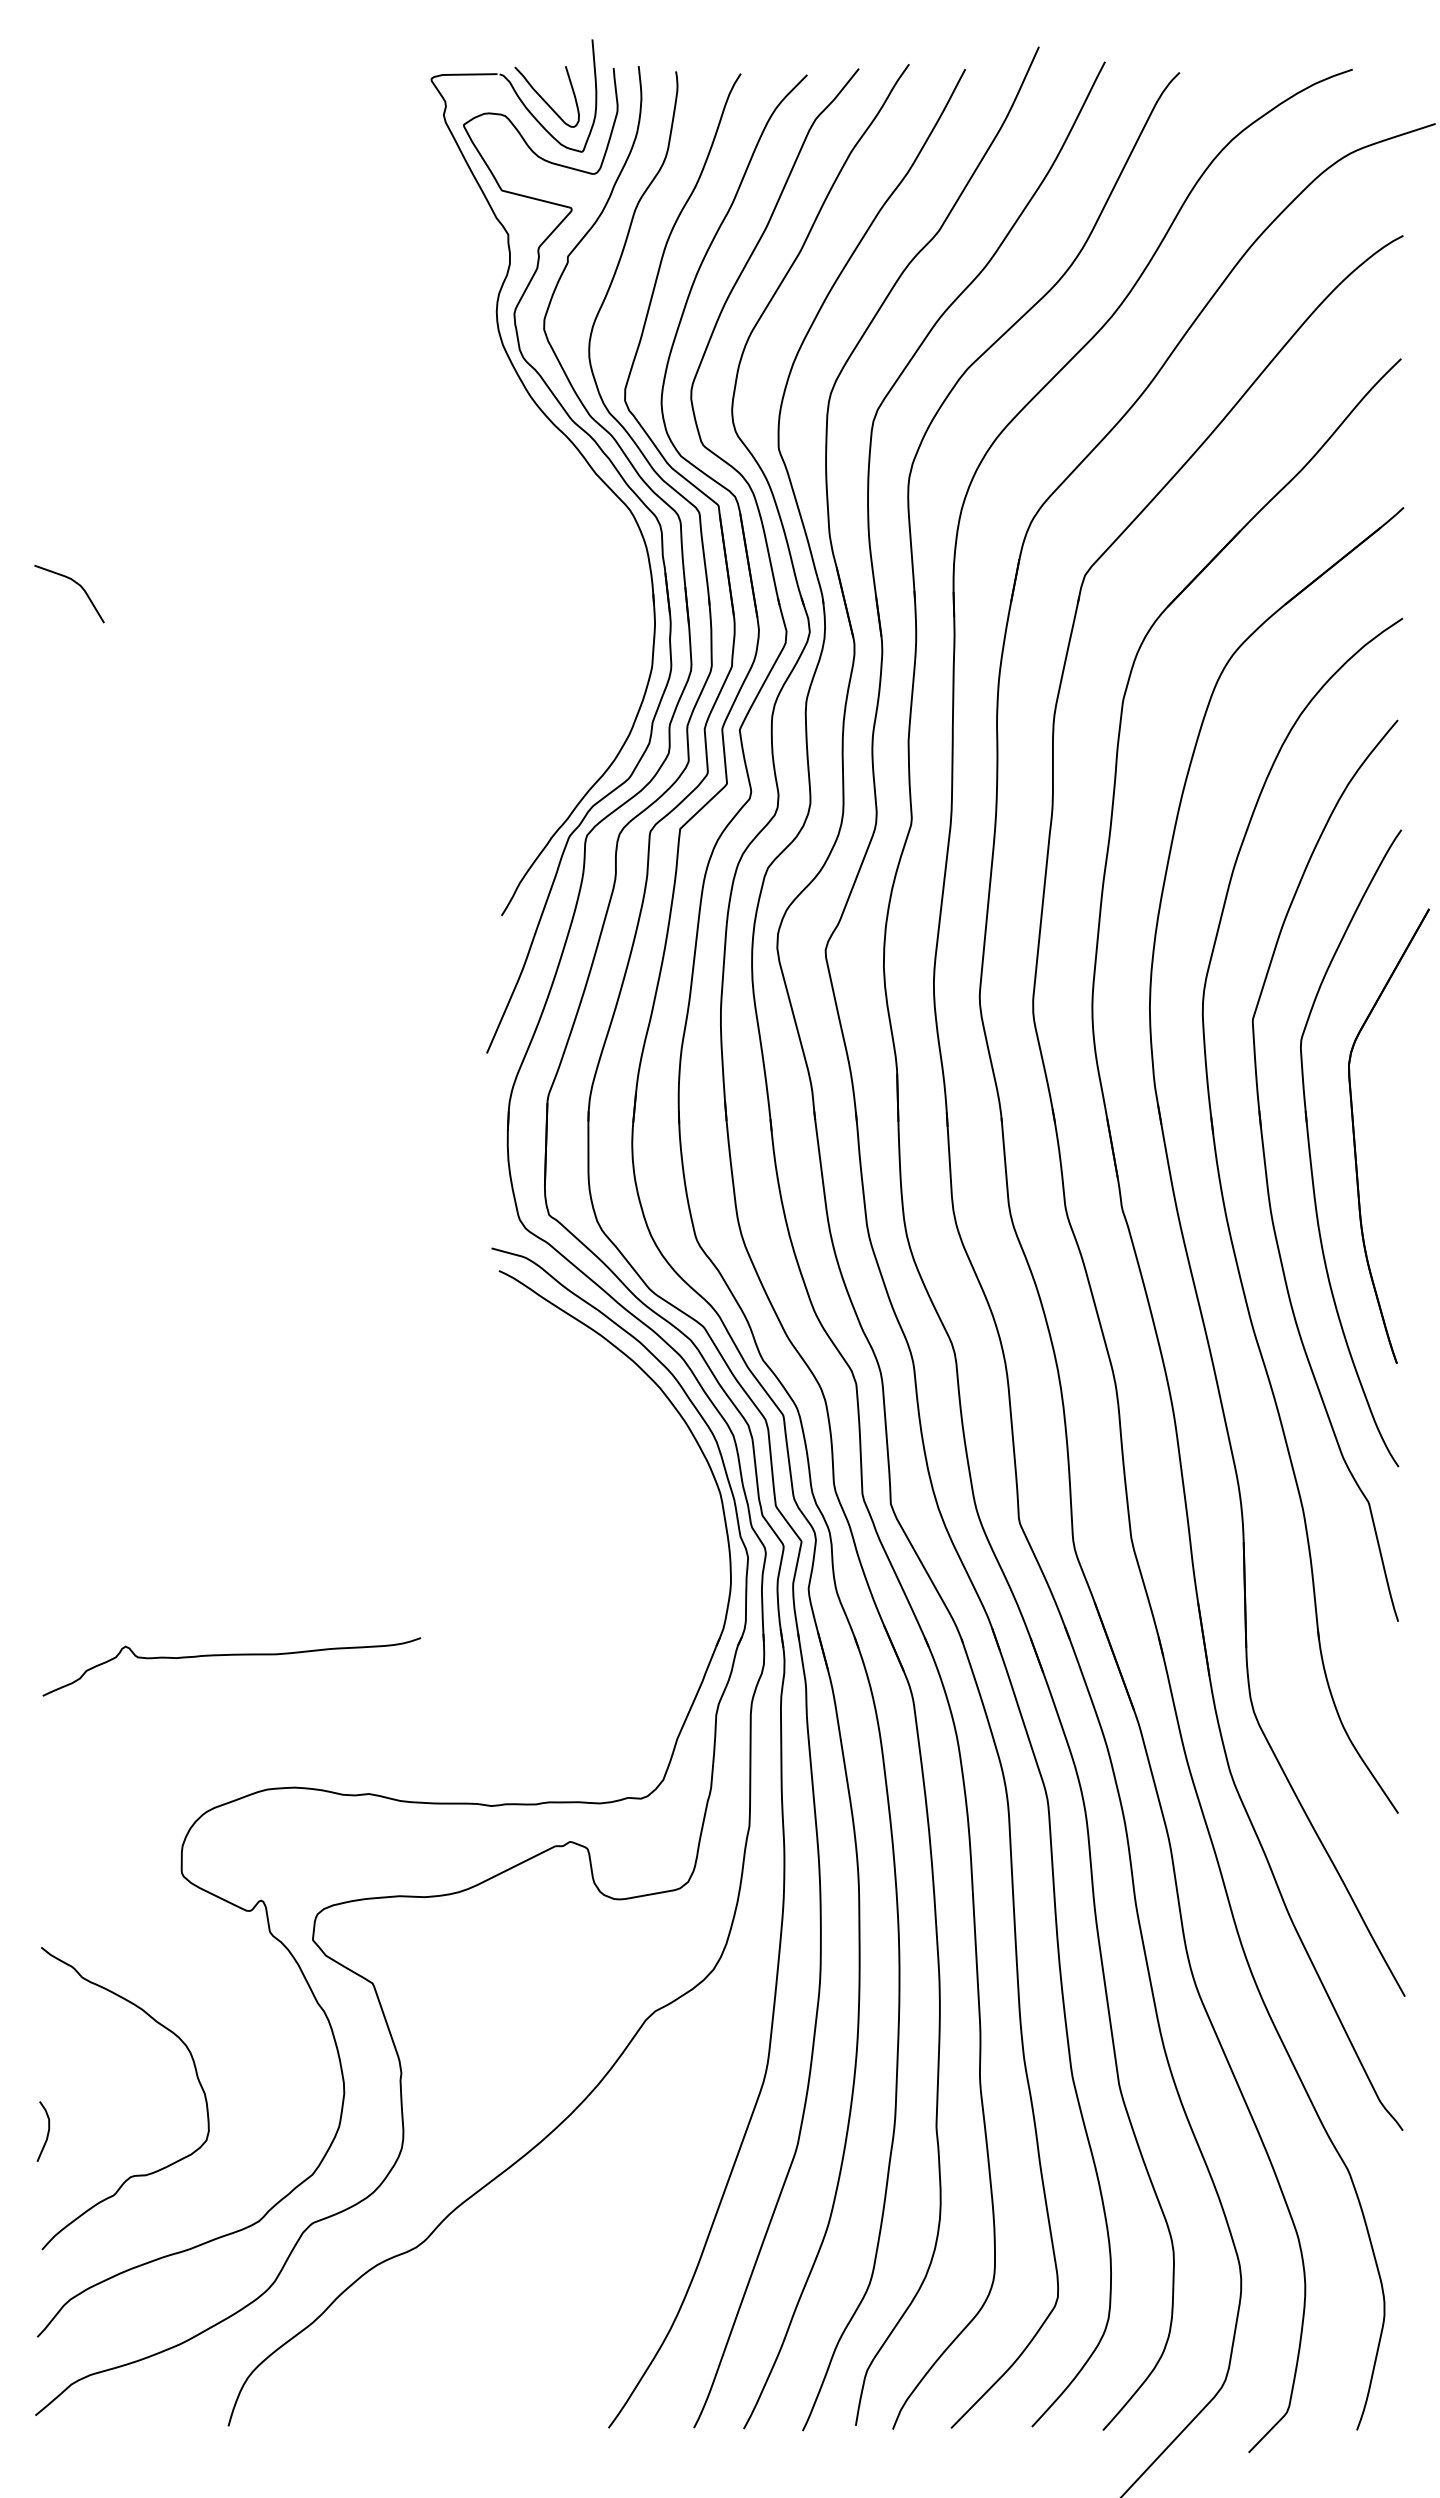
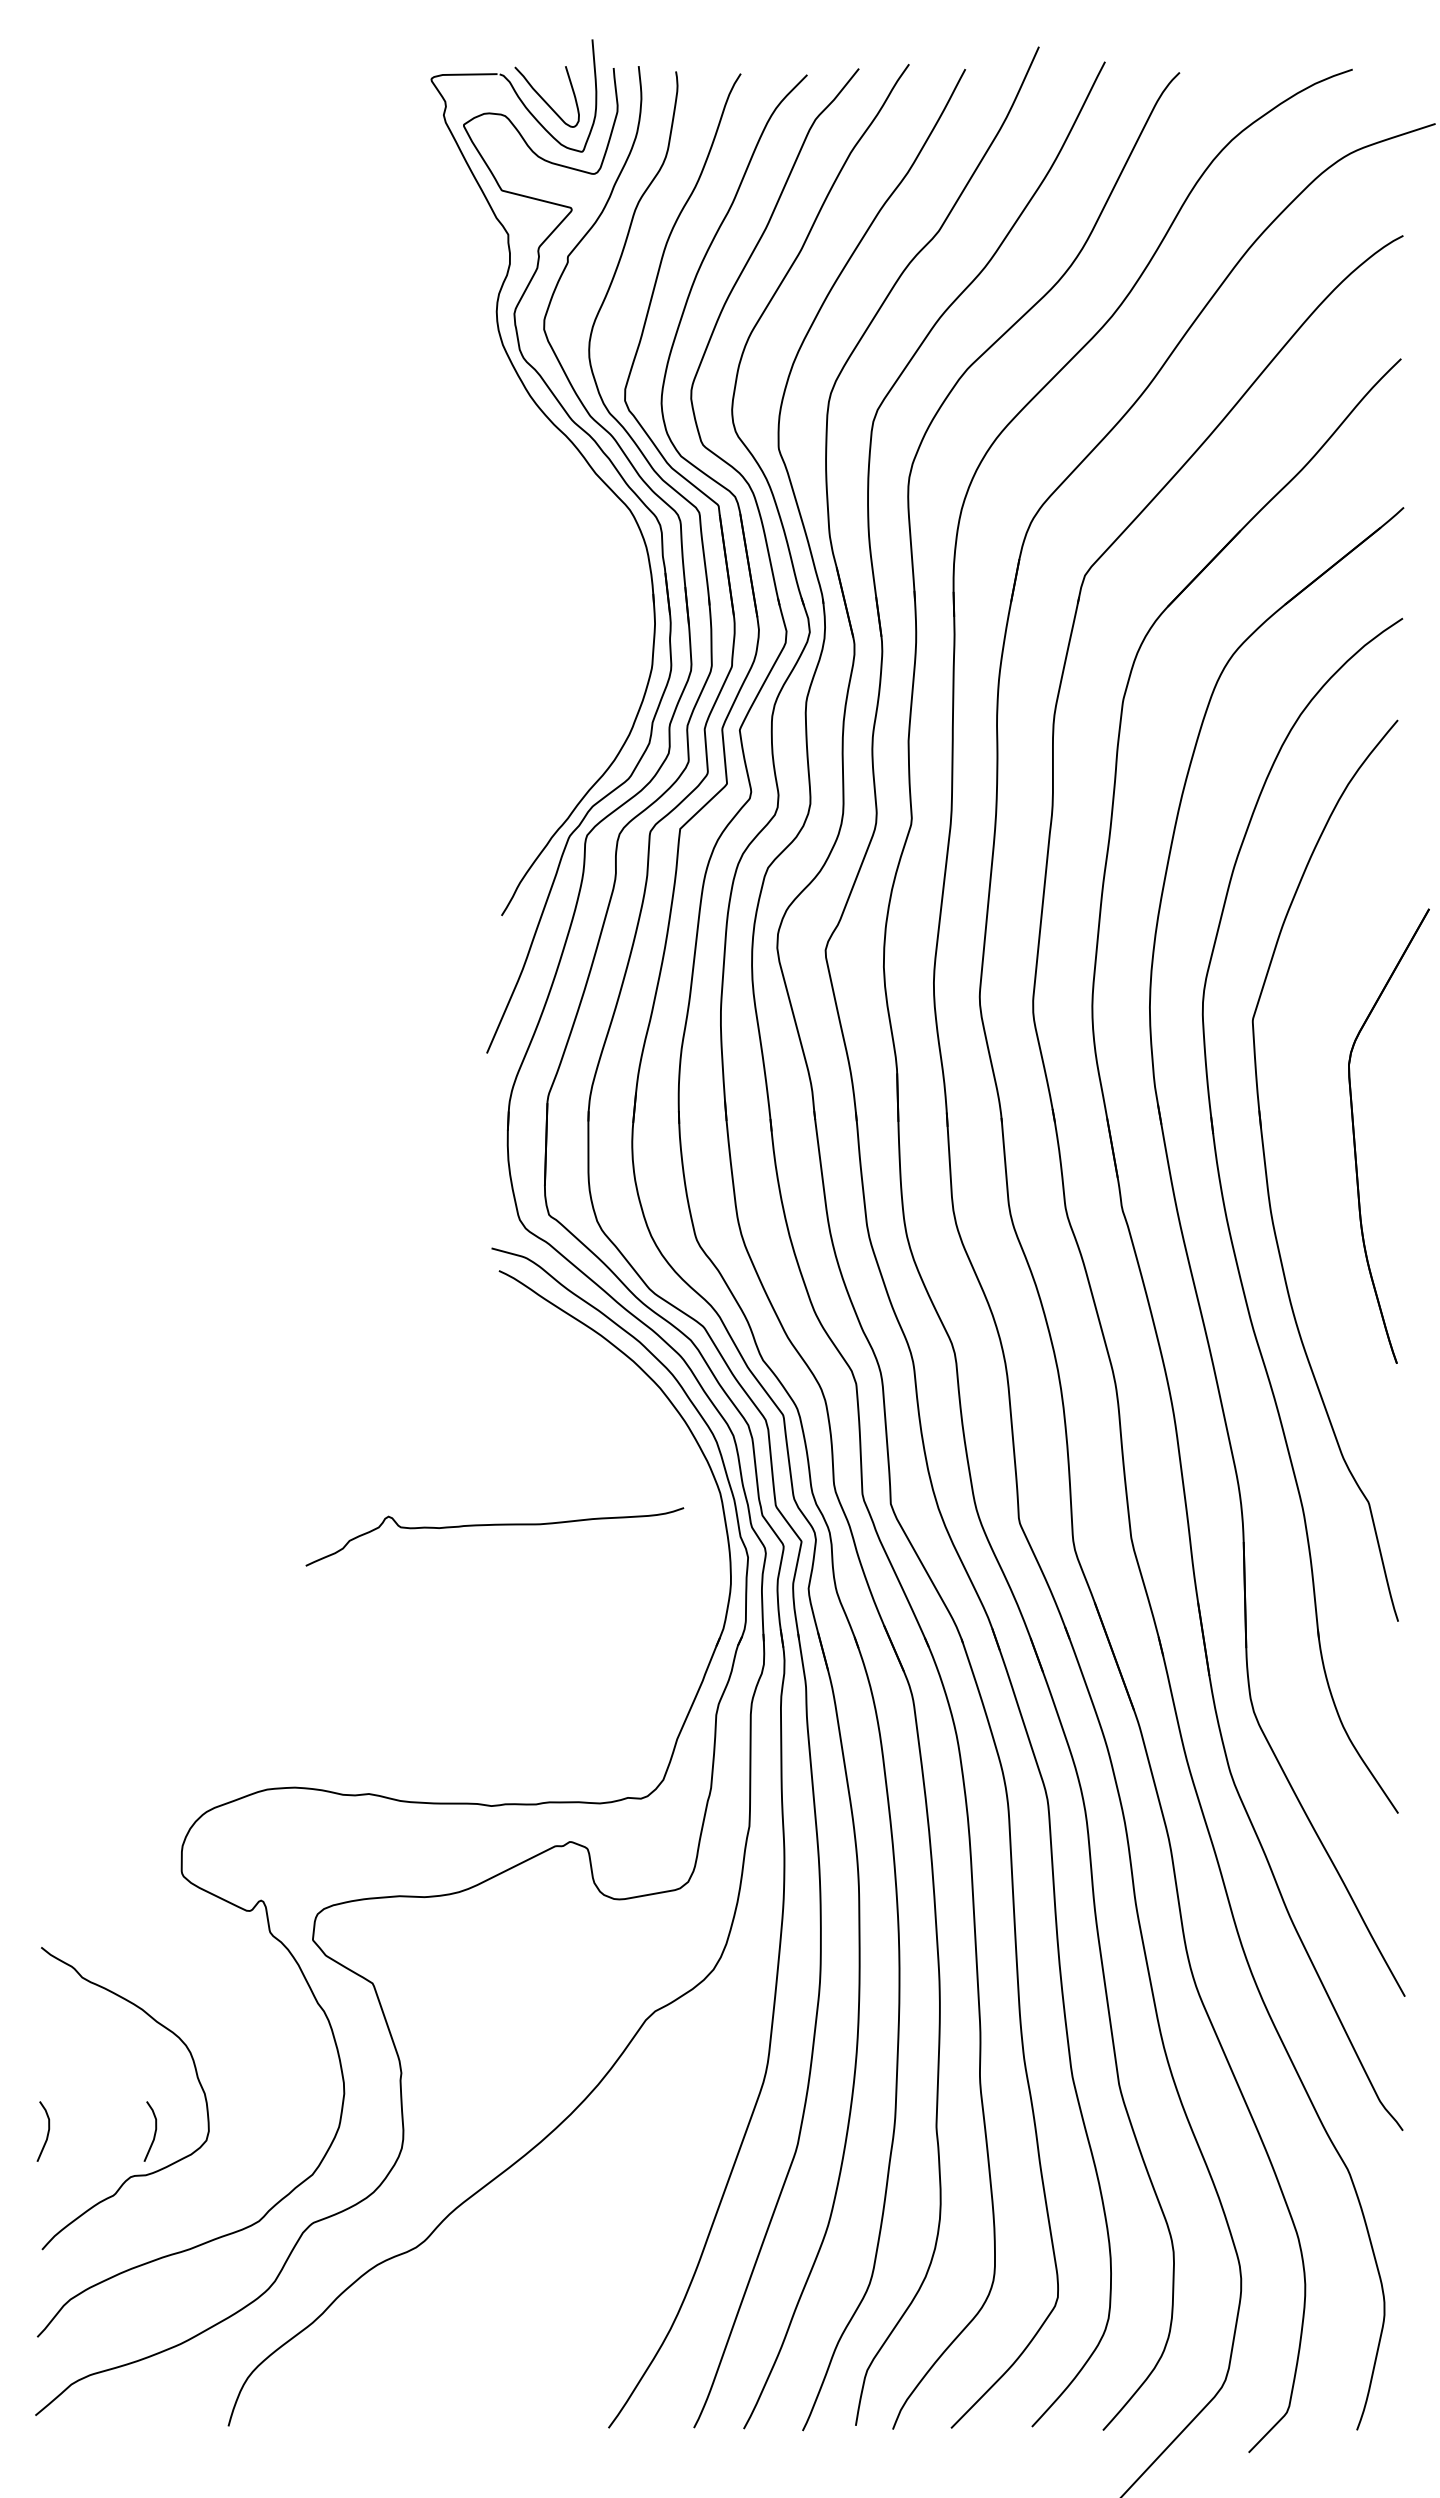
curve at (75, 583): present -> none
part at (1310, 1148): present -> none
curve at (231, 1655) position: (231, 1655) -> (494, 1525)
curve at (154, 2131): none -> present
